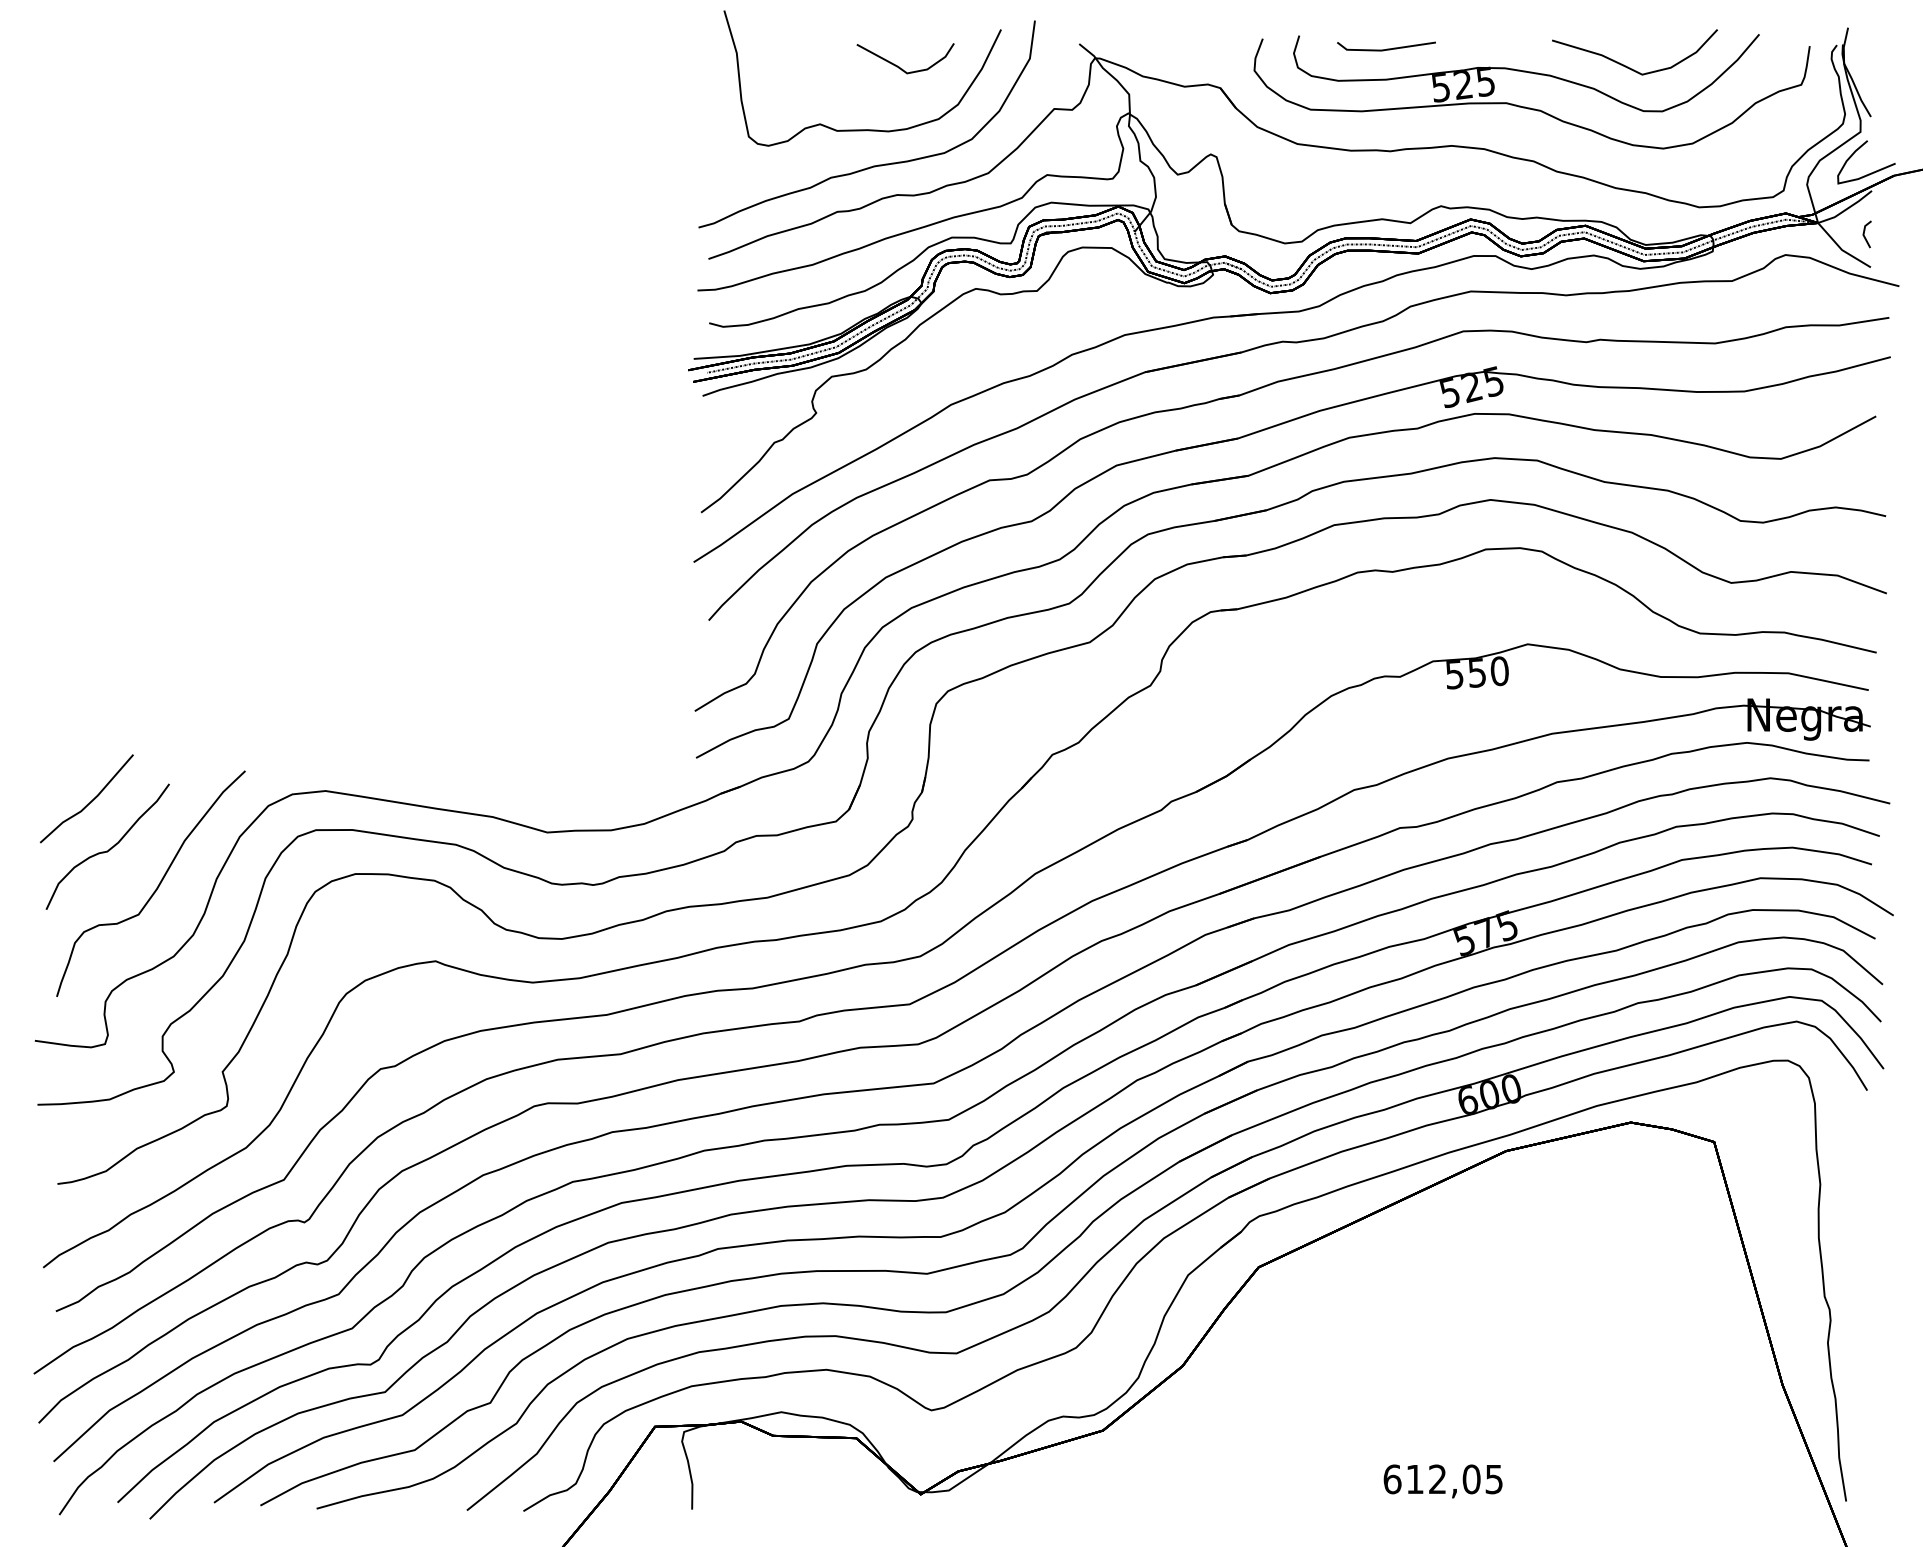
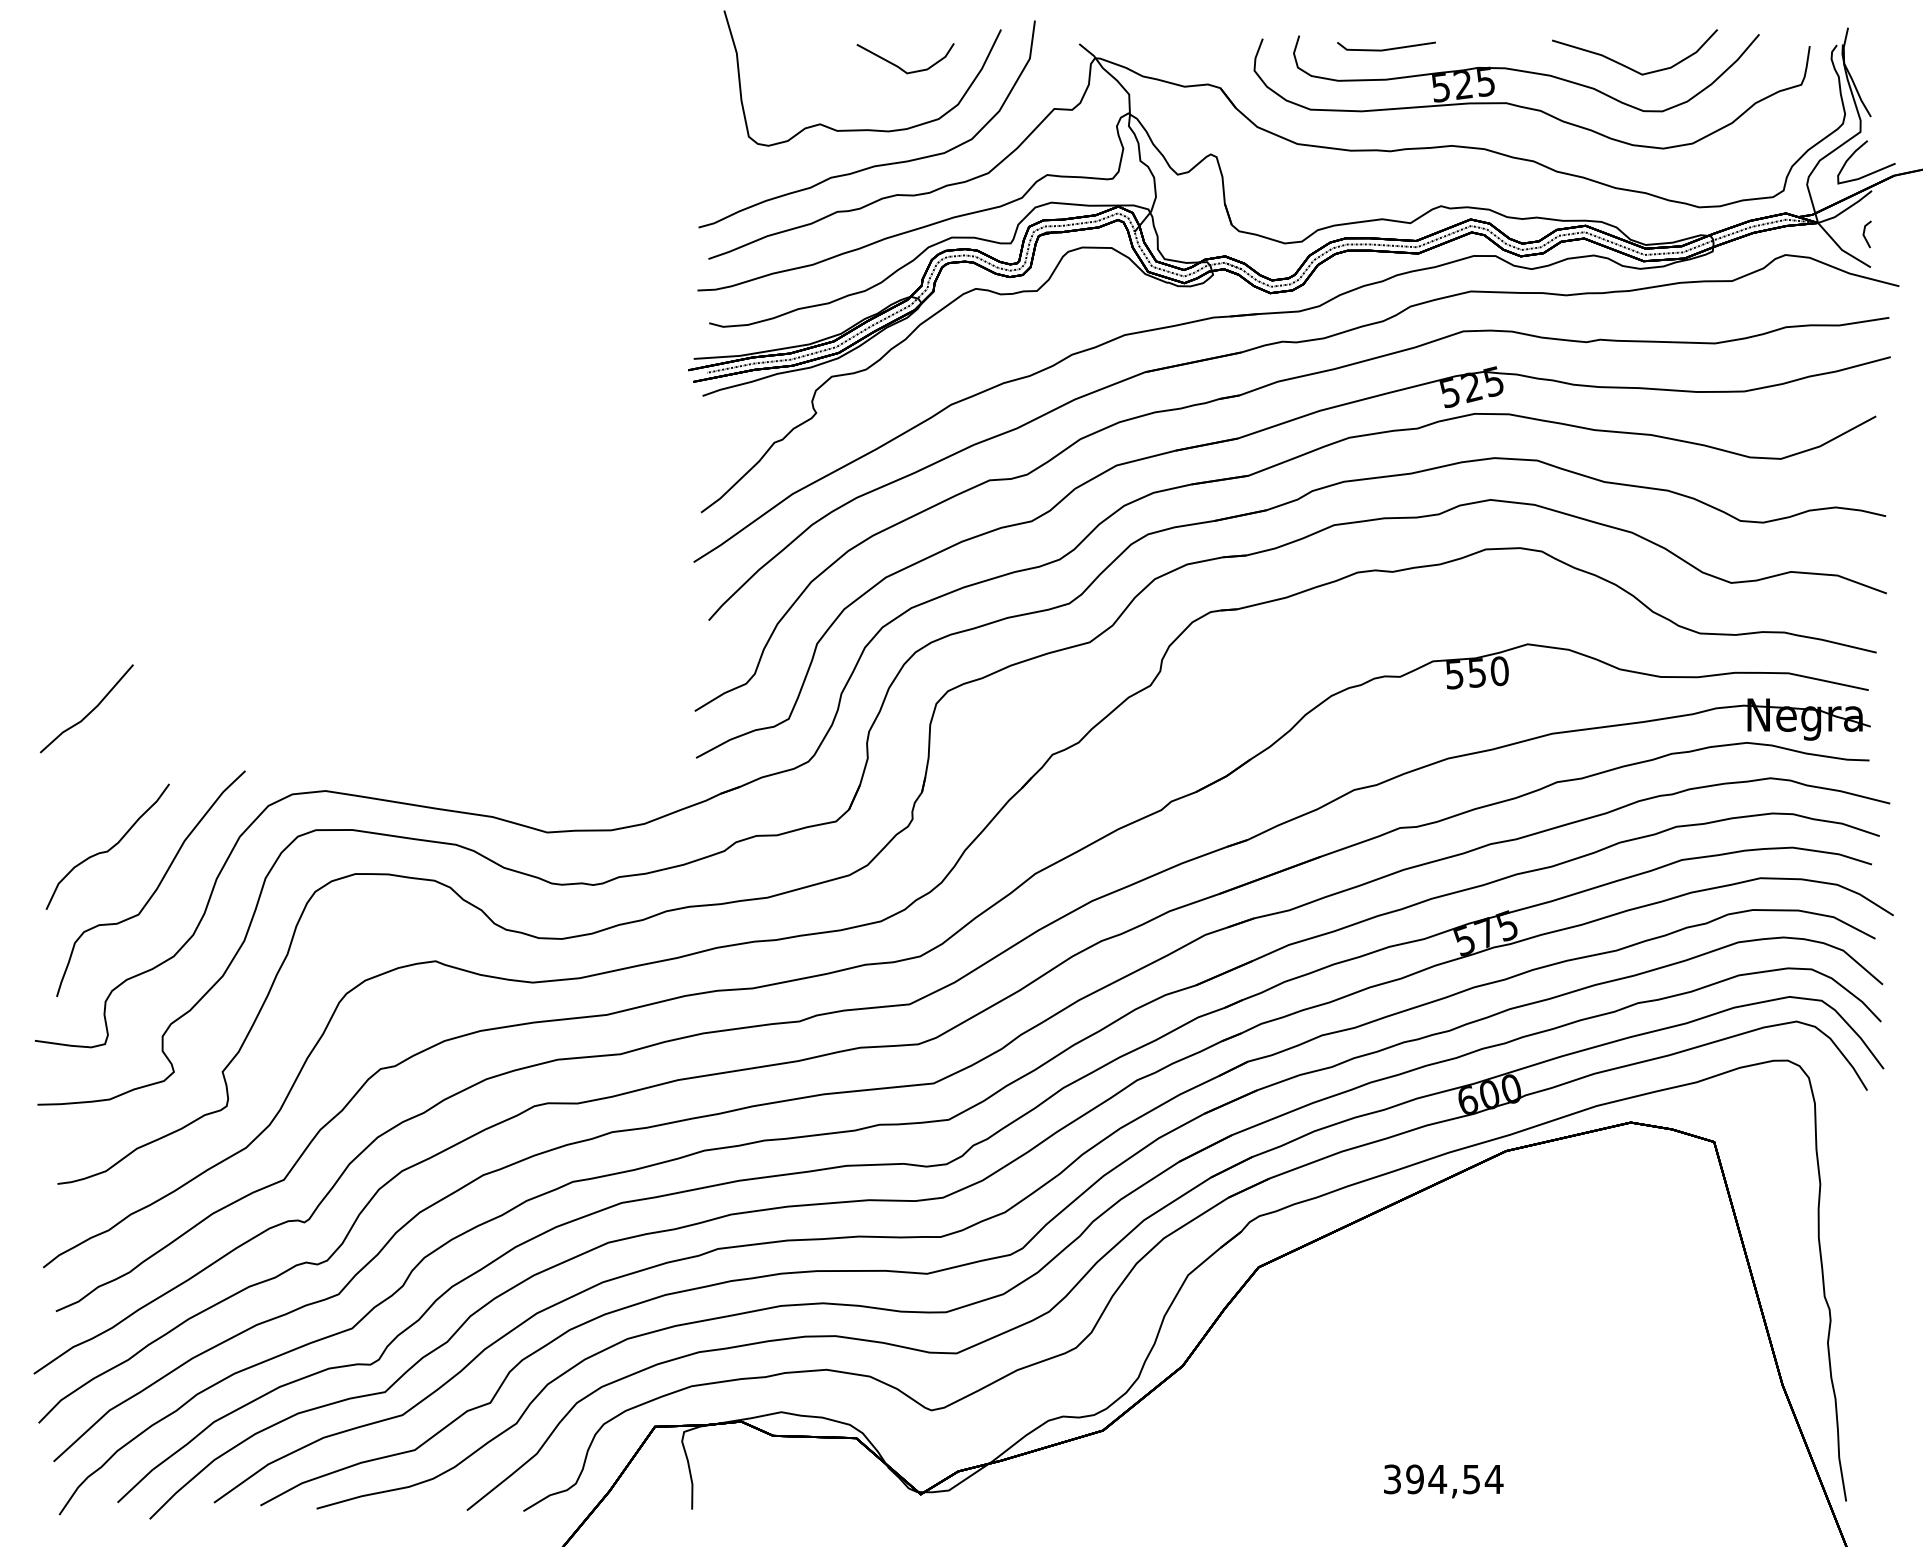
part at (86, 798) position: (86, 798) -> (86, 708)
text at (1443, 1479): 612,05 -> 394,54
